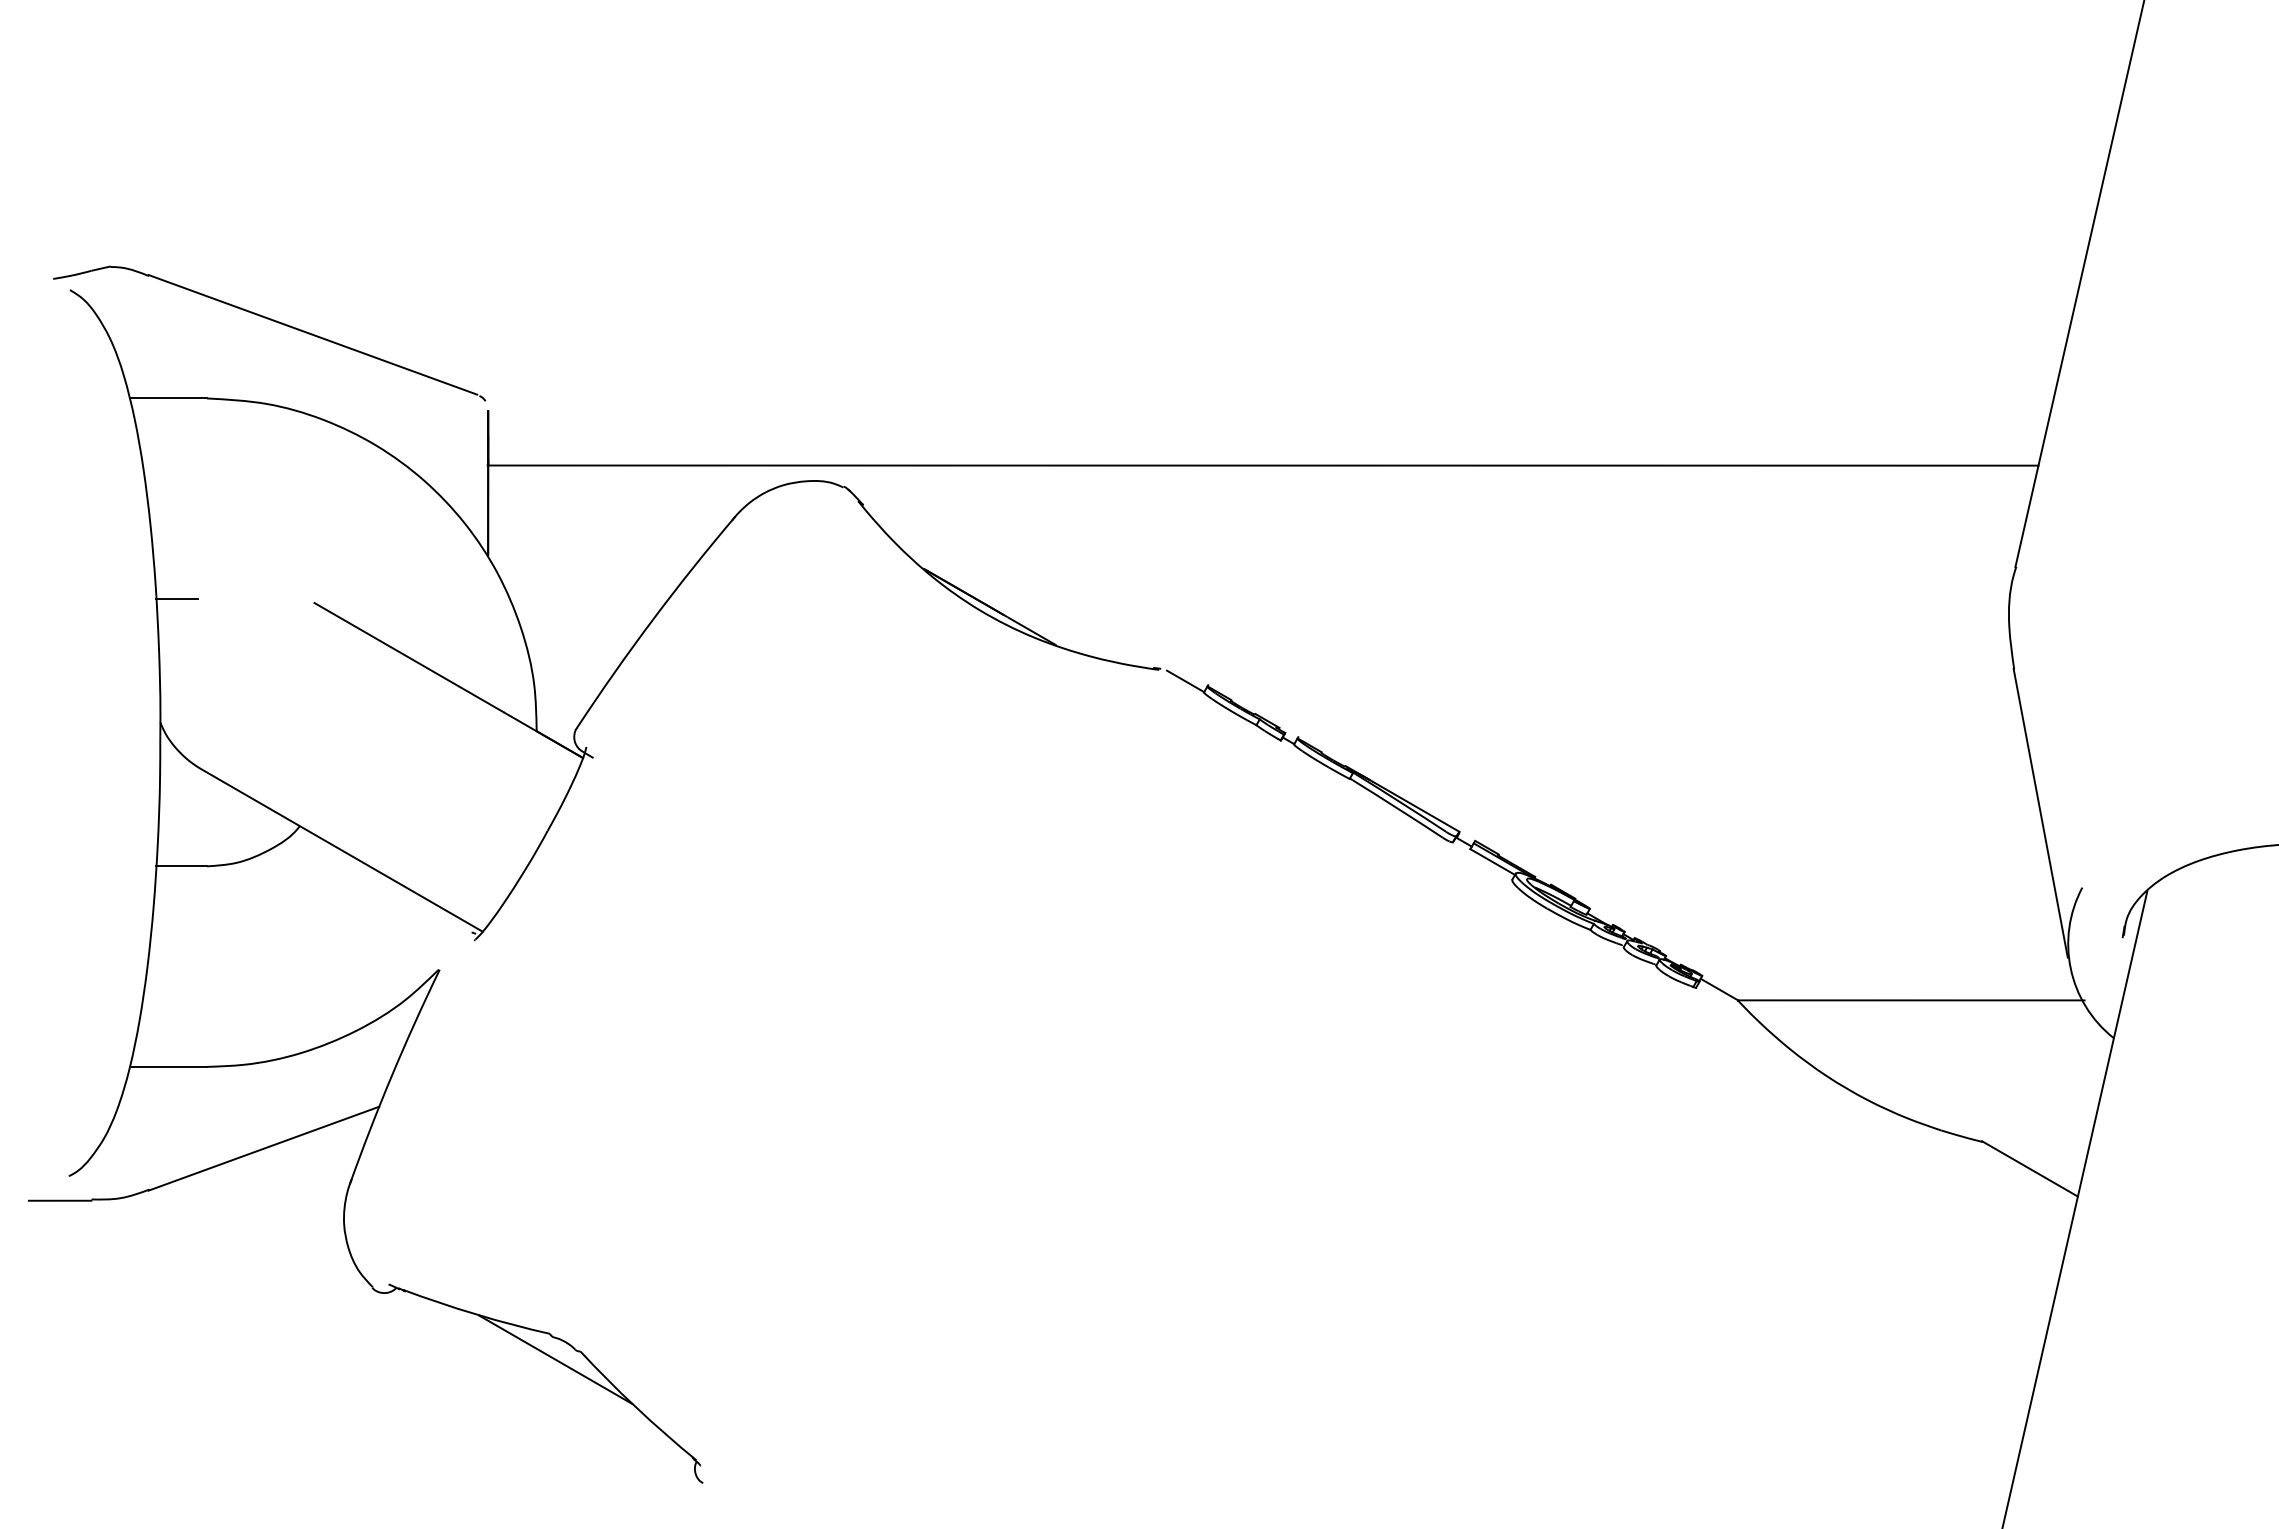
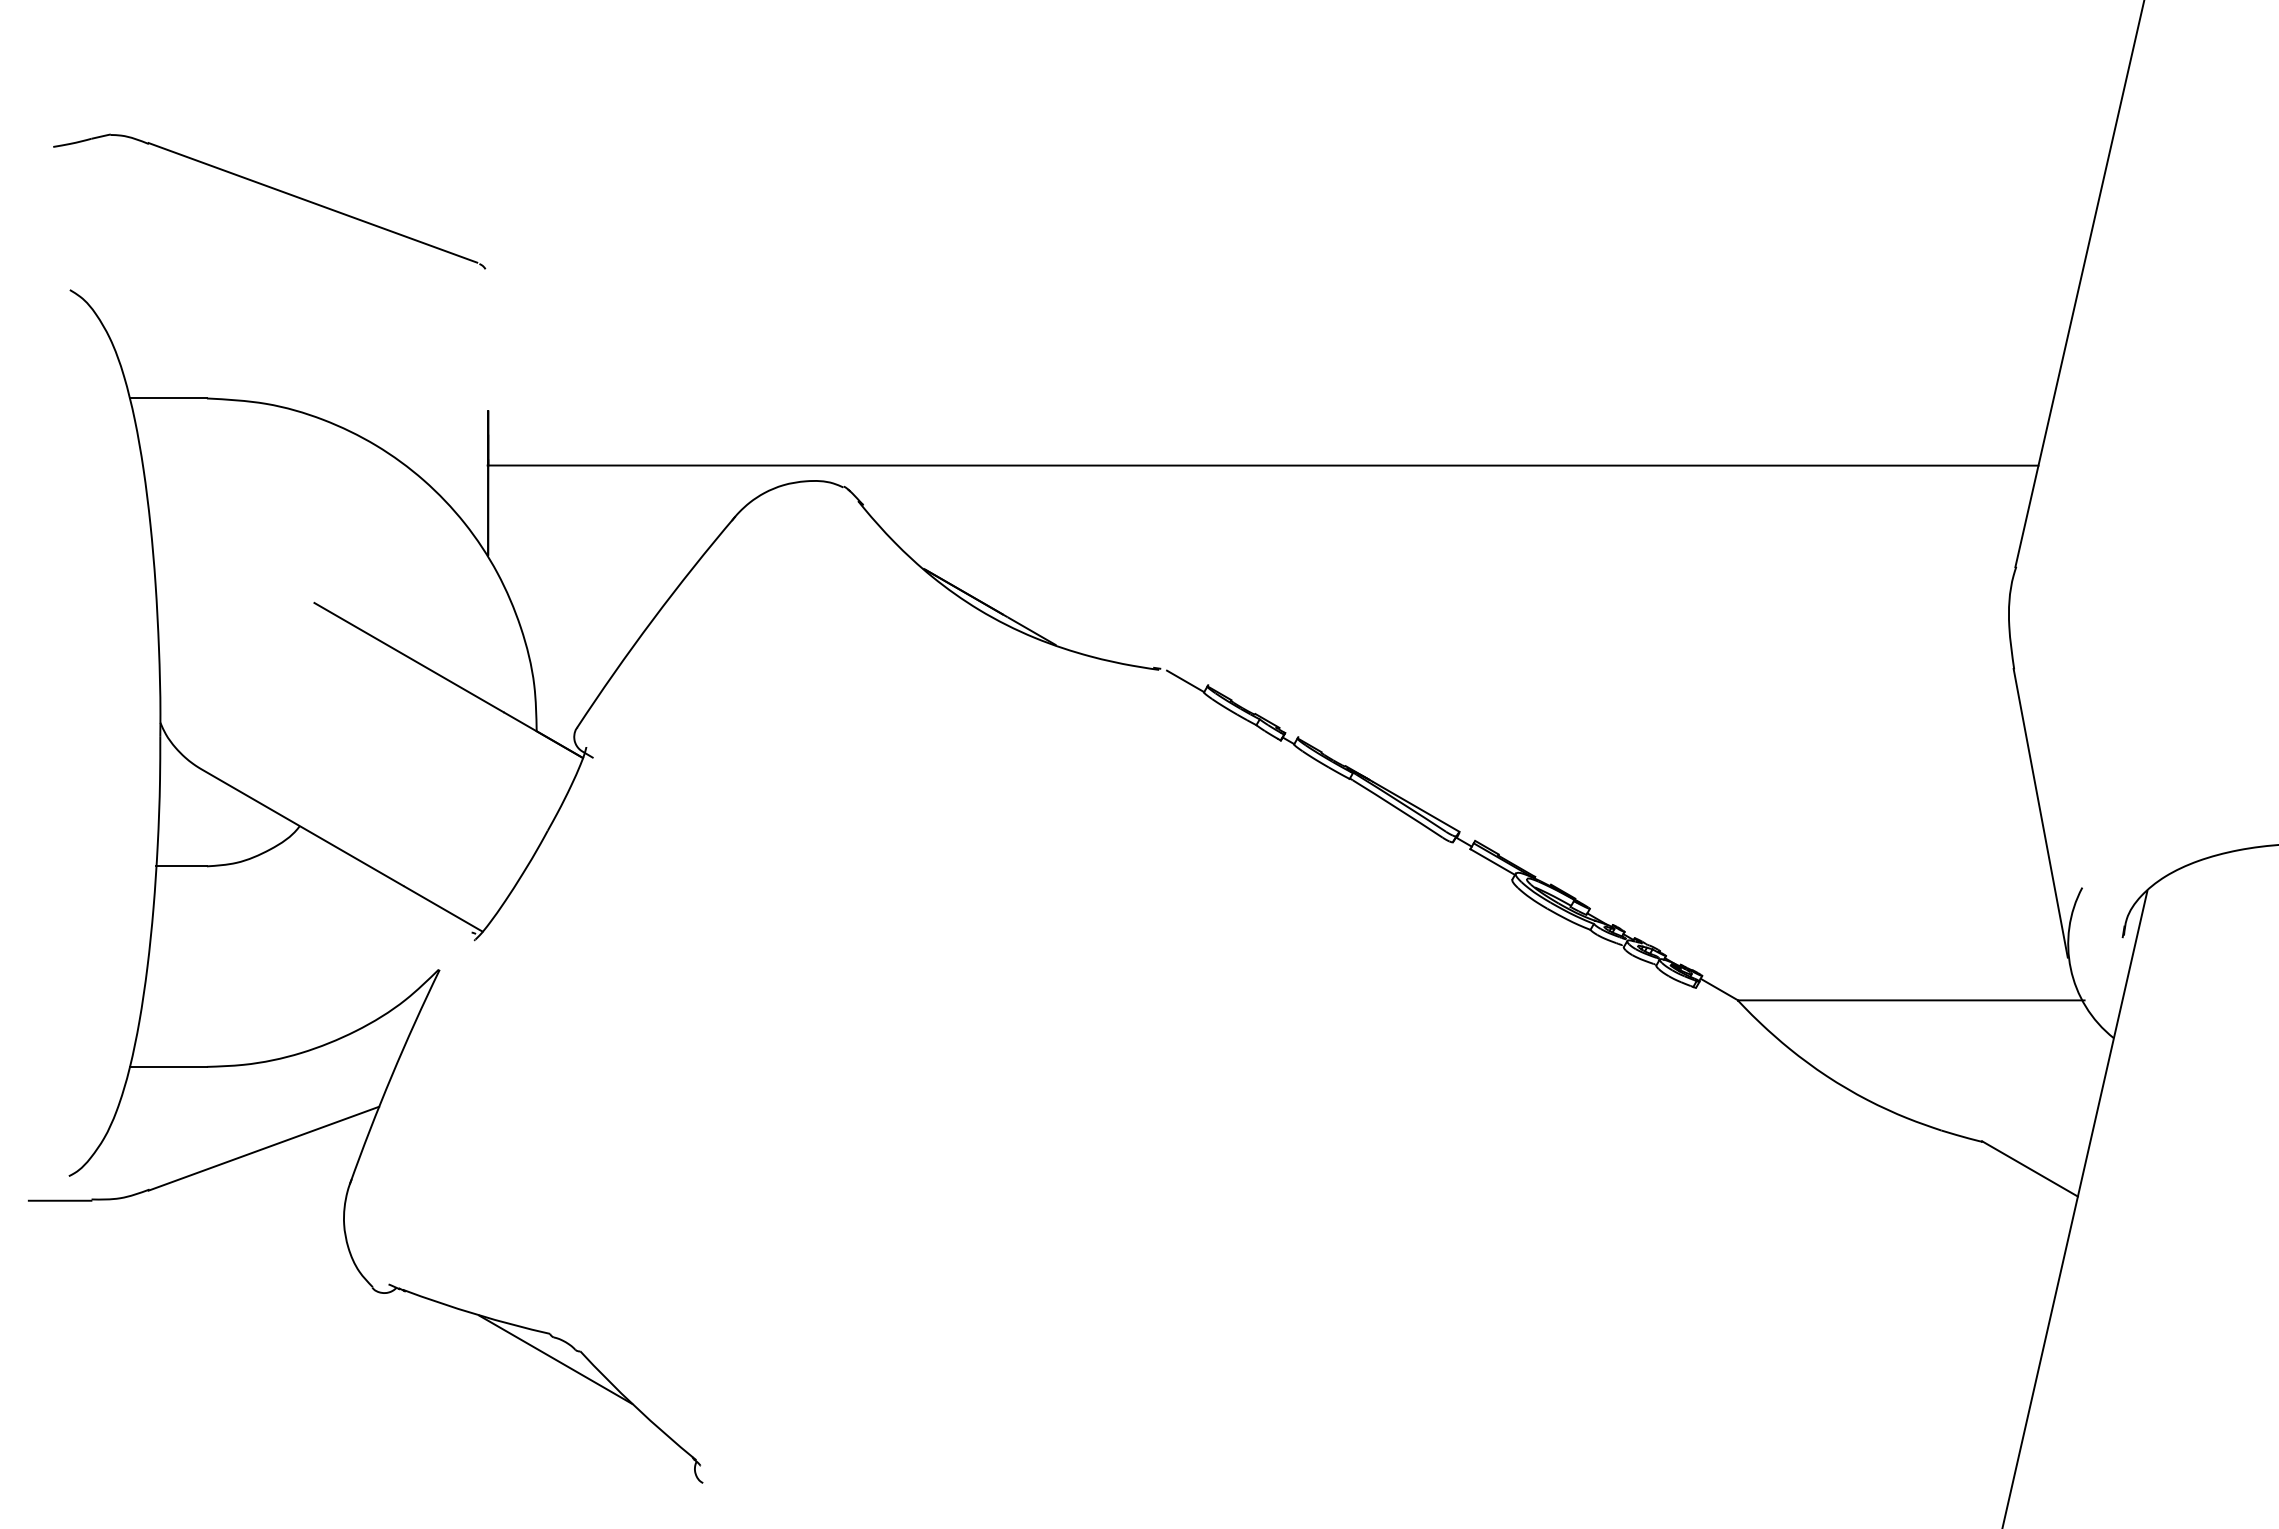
part at (272, 321) position: (272, 321) -> (272, 189)
line at (176, 598): present -> none
